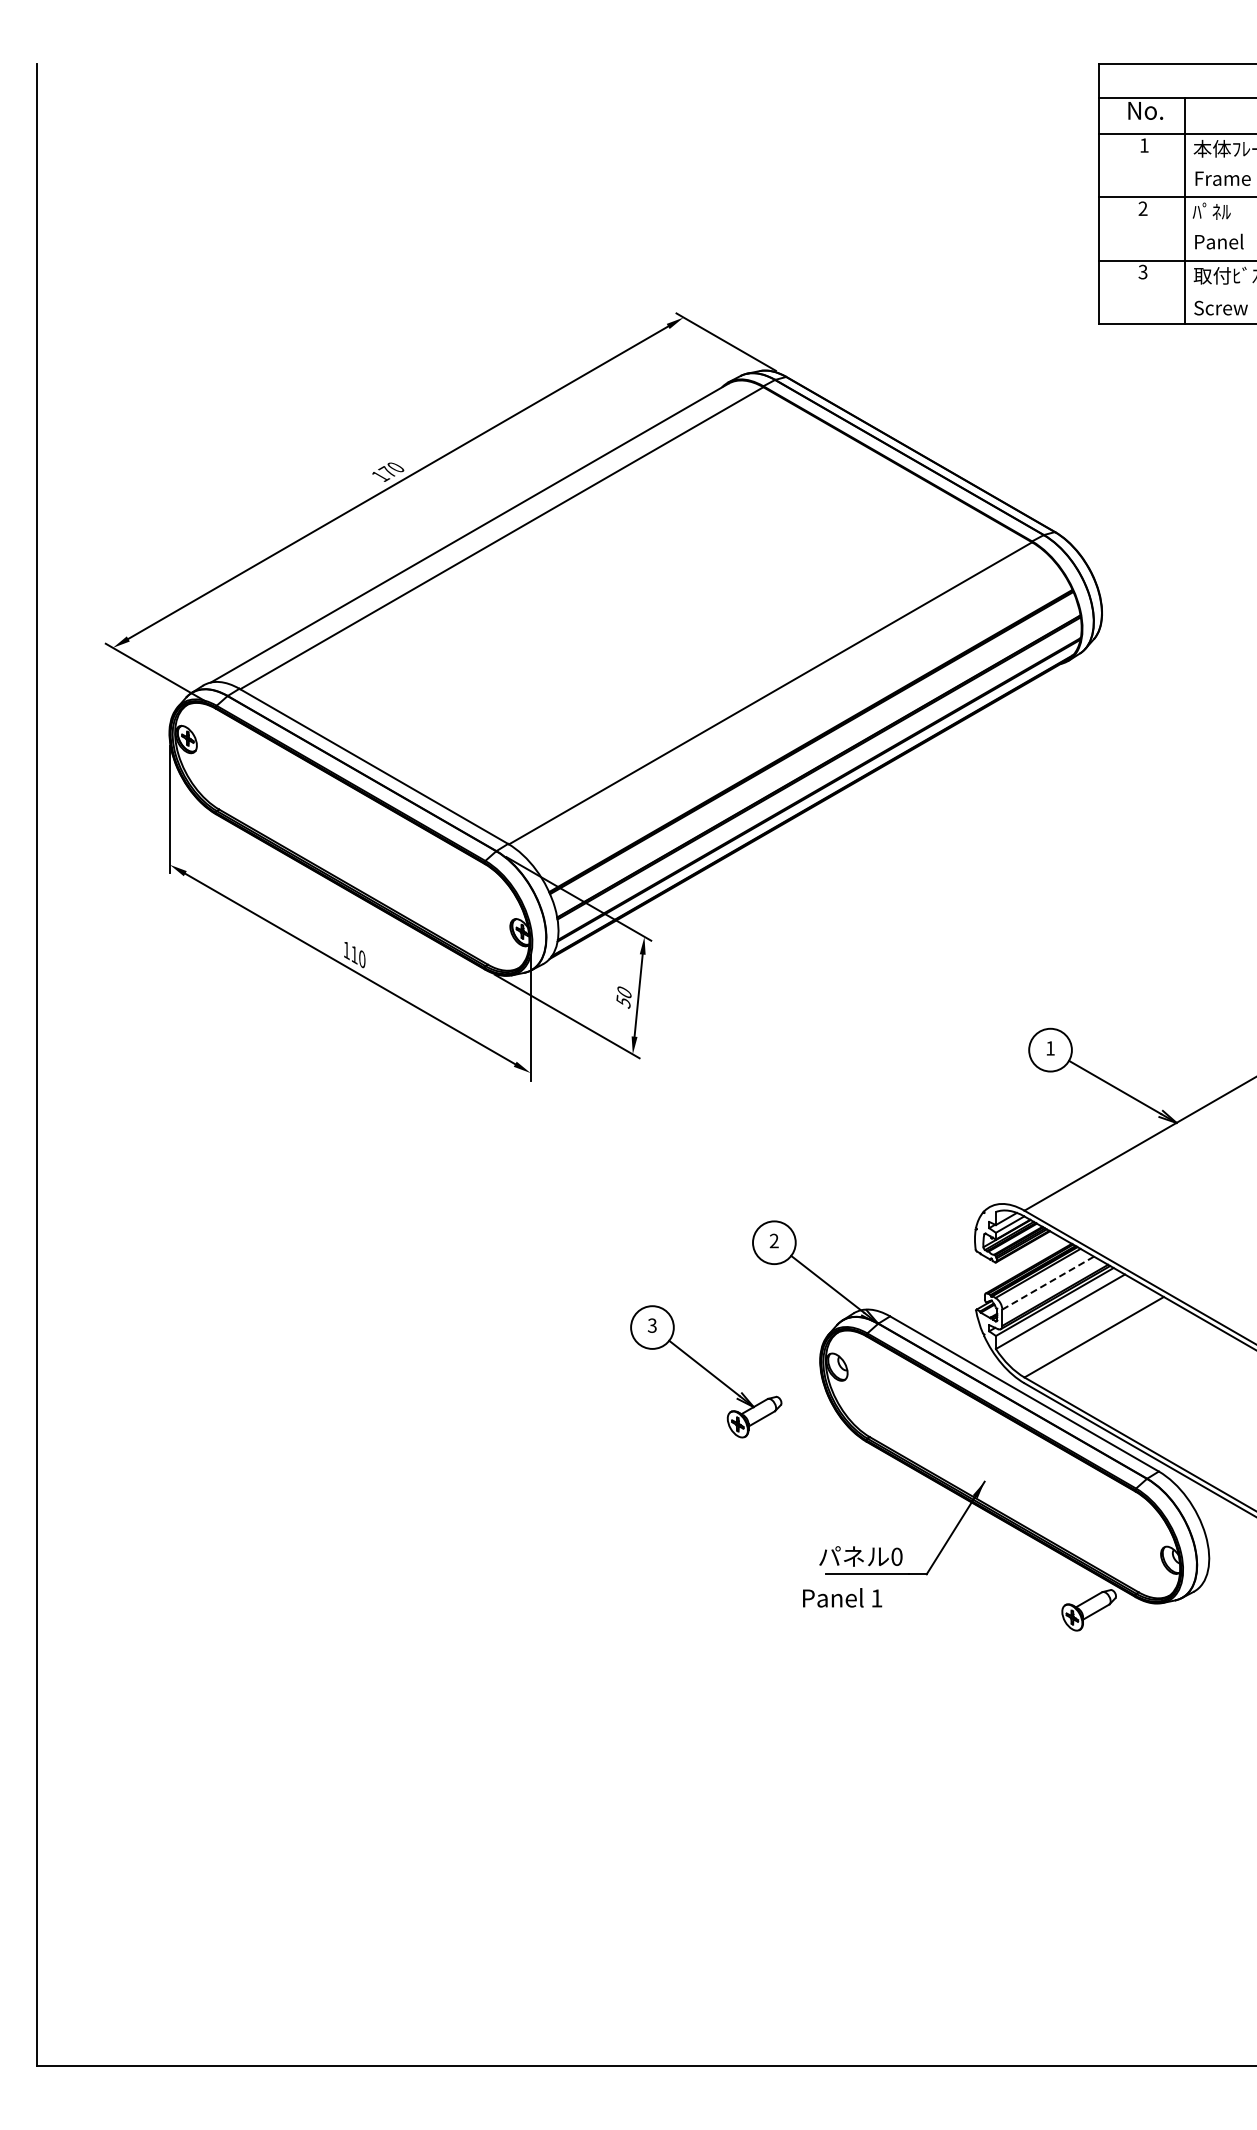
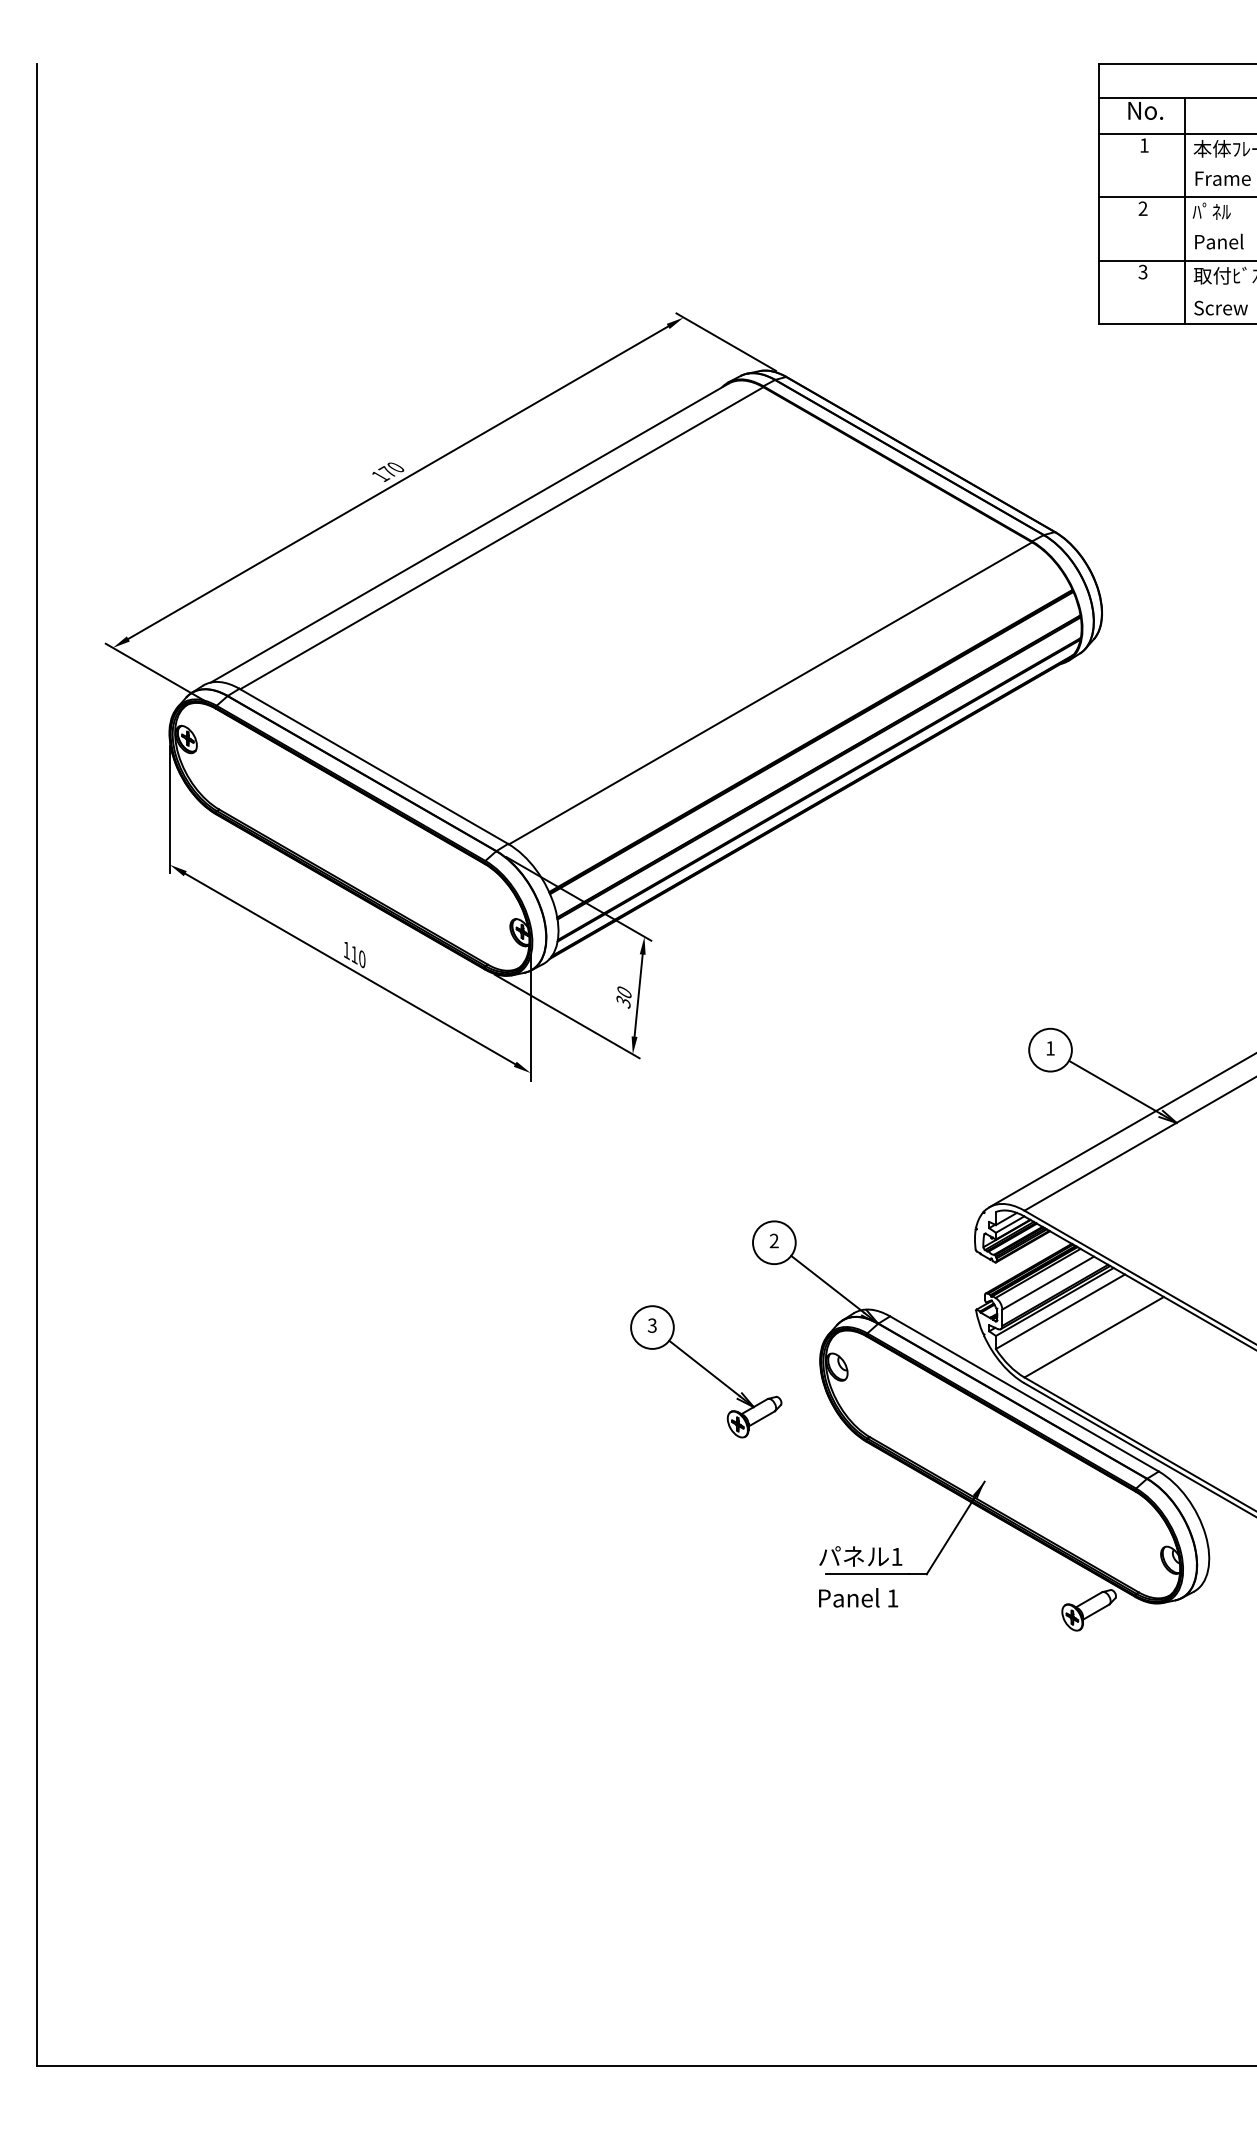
text at (623, 999): 50 -> 30
line at (1121, 1130): none -> present
line at (1048, 1283): dashed -> solid
text at (896, 1556): 0 -> 1
text at (842, 1597) position: (842, 1597) -> (858, 1597)
